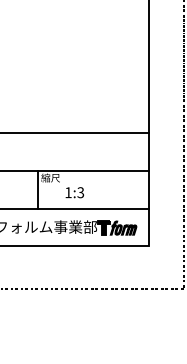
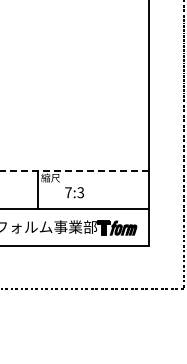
line at (75, 133): present -> none
line at (74, 170): solid -> dashed
text at (68, 192): 1:3 -> 7:3
